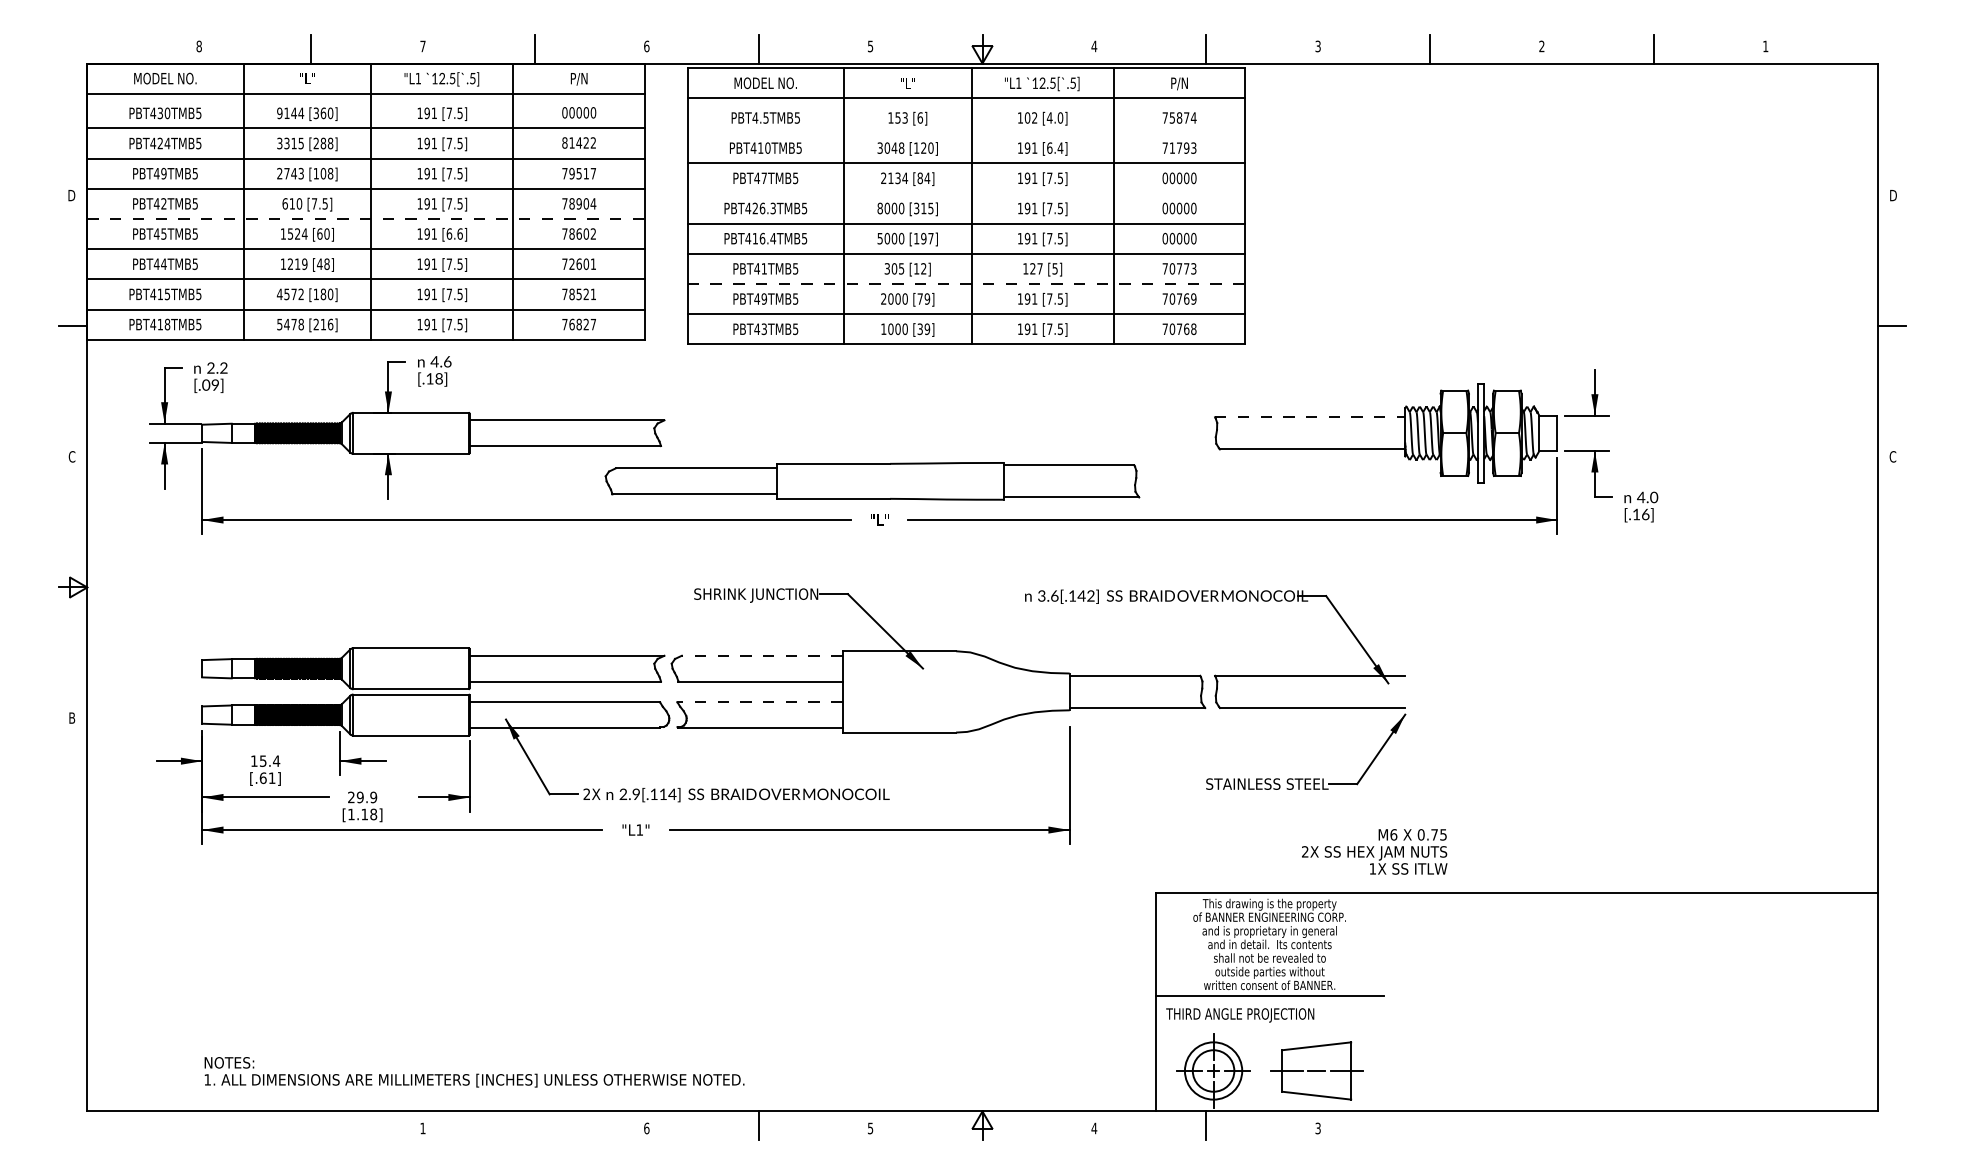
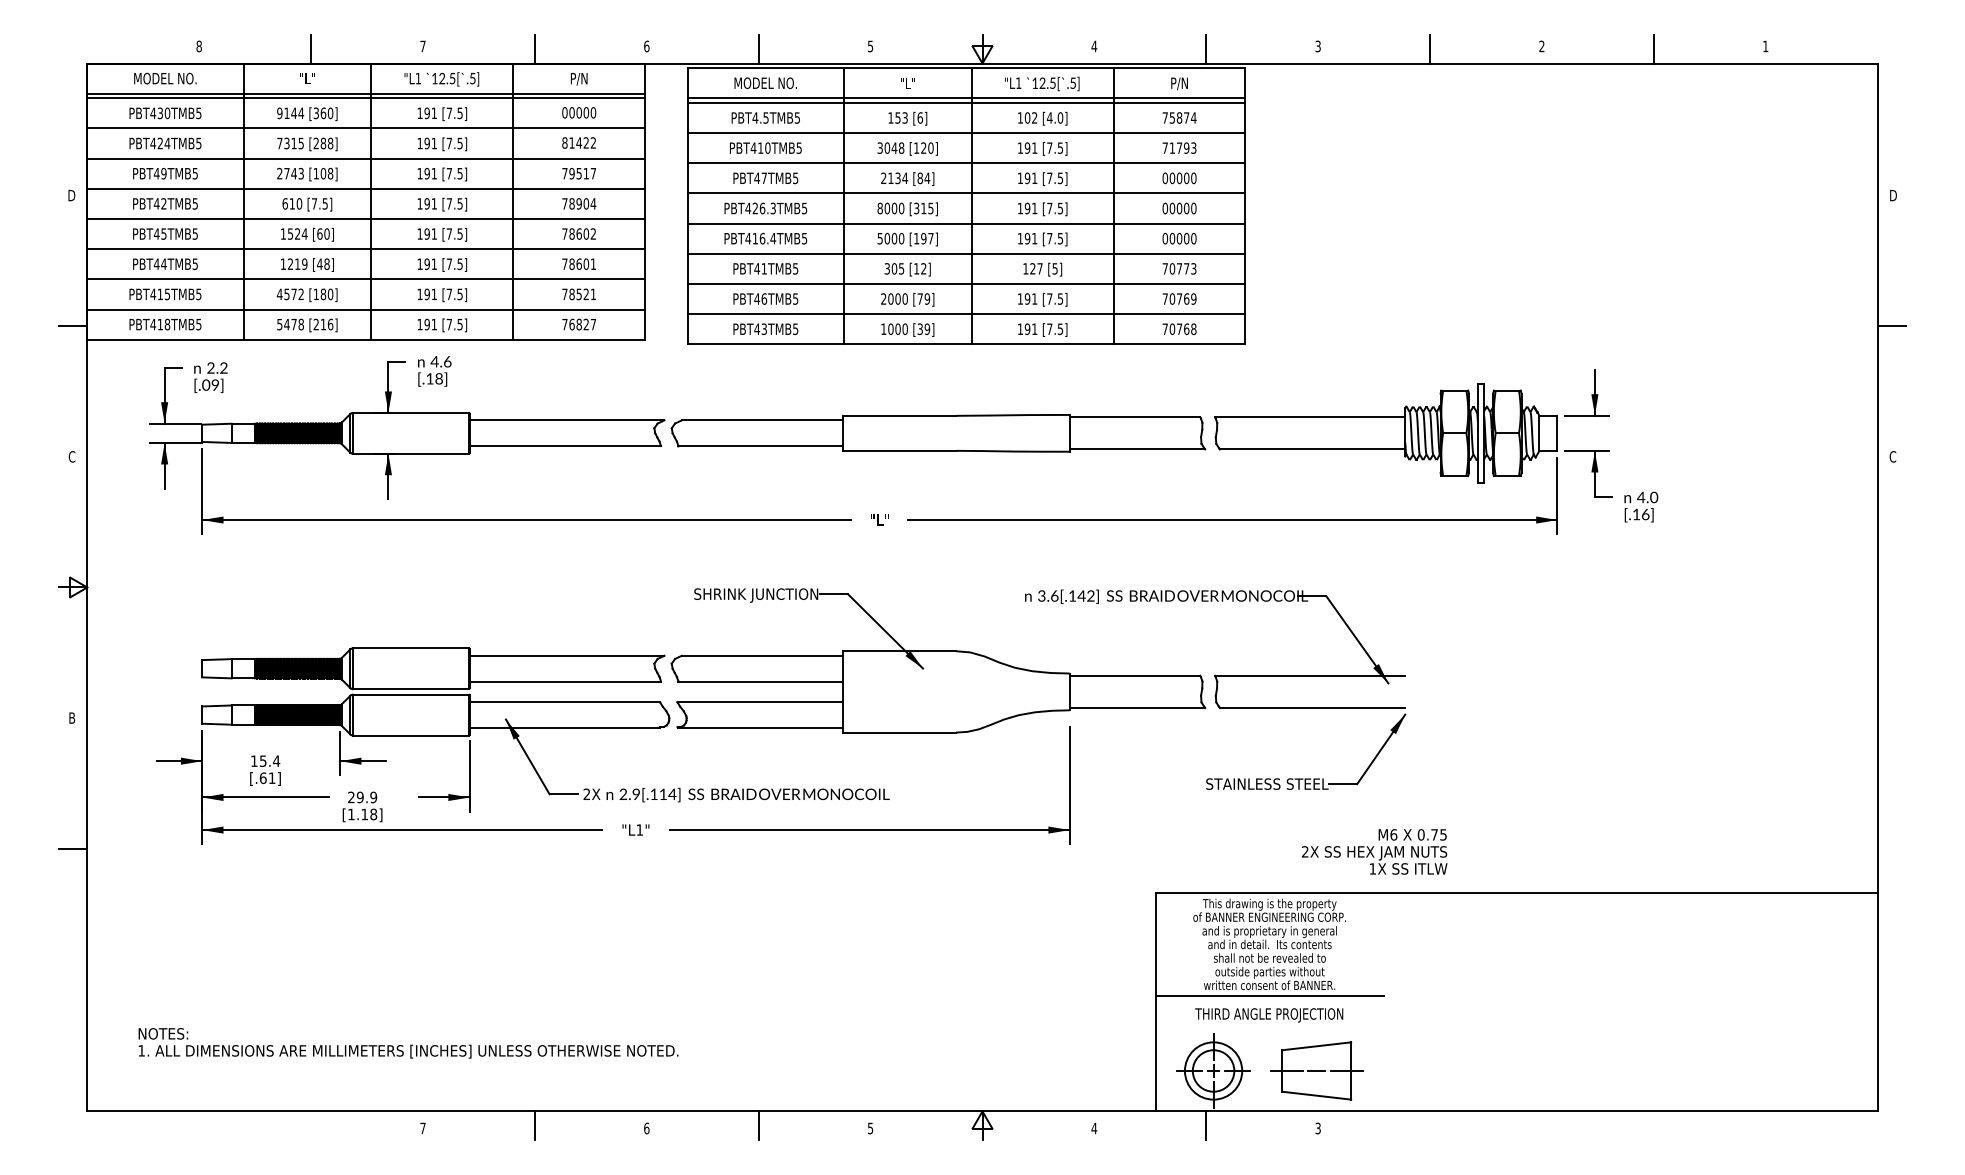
line at (366, 98): none -> present
line at (966, 102): none -> present
line at (966, 133): none -> present
text at (279, 143): 3315 -> 7315
text at (1055, 147): [6.4] -> [7.5]
line at (966, 193): none -> present
line at (366, 218): dashed -> solid
text at (454, 233): [6.6] -> [7.5]
text at (571, 263): 72601 -> 78601
line at (966, 283): dashed -> solid
text at (764, 298): PBT49TMB5 -> PBT46TMB5
line at (1310, 417): dashed -> solid
part at (872, 481) position: (872, 481) -> (938, 433)
line at (761, 655): dashed -> solid
line at (760, 702): dashed -> solid
line at (72, 848): none -> present
text at (1240, 1015) position: (1240, 1015) -> (1269, 1015)
text at (474, 1072) position: (474, 1072) -> (408, 1043)
line at (534, 1125): none -> present
text at (422, 1128): 1 -> 7
